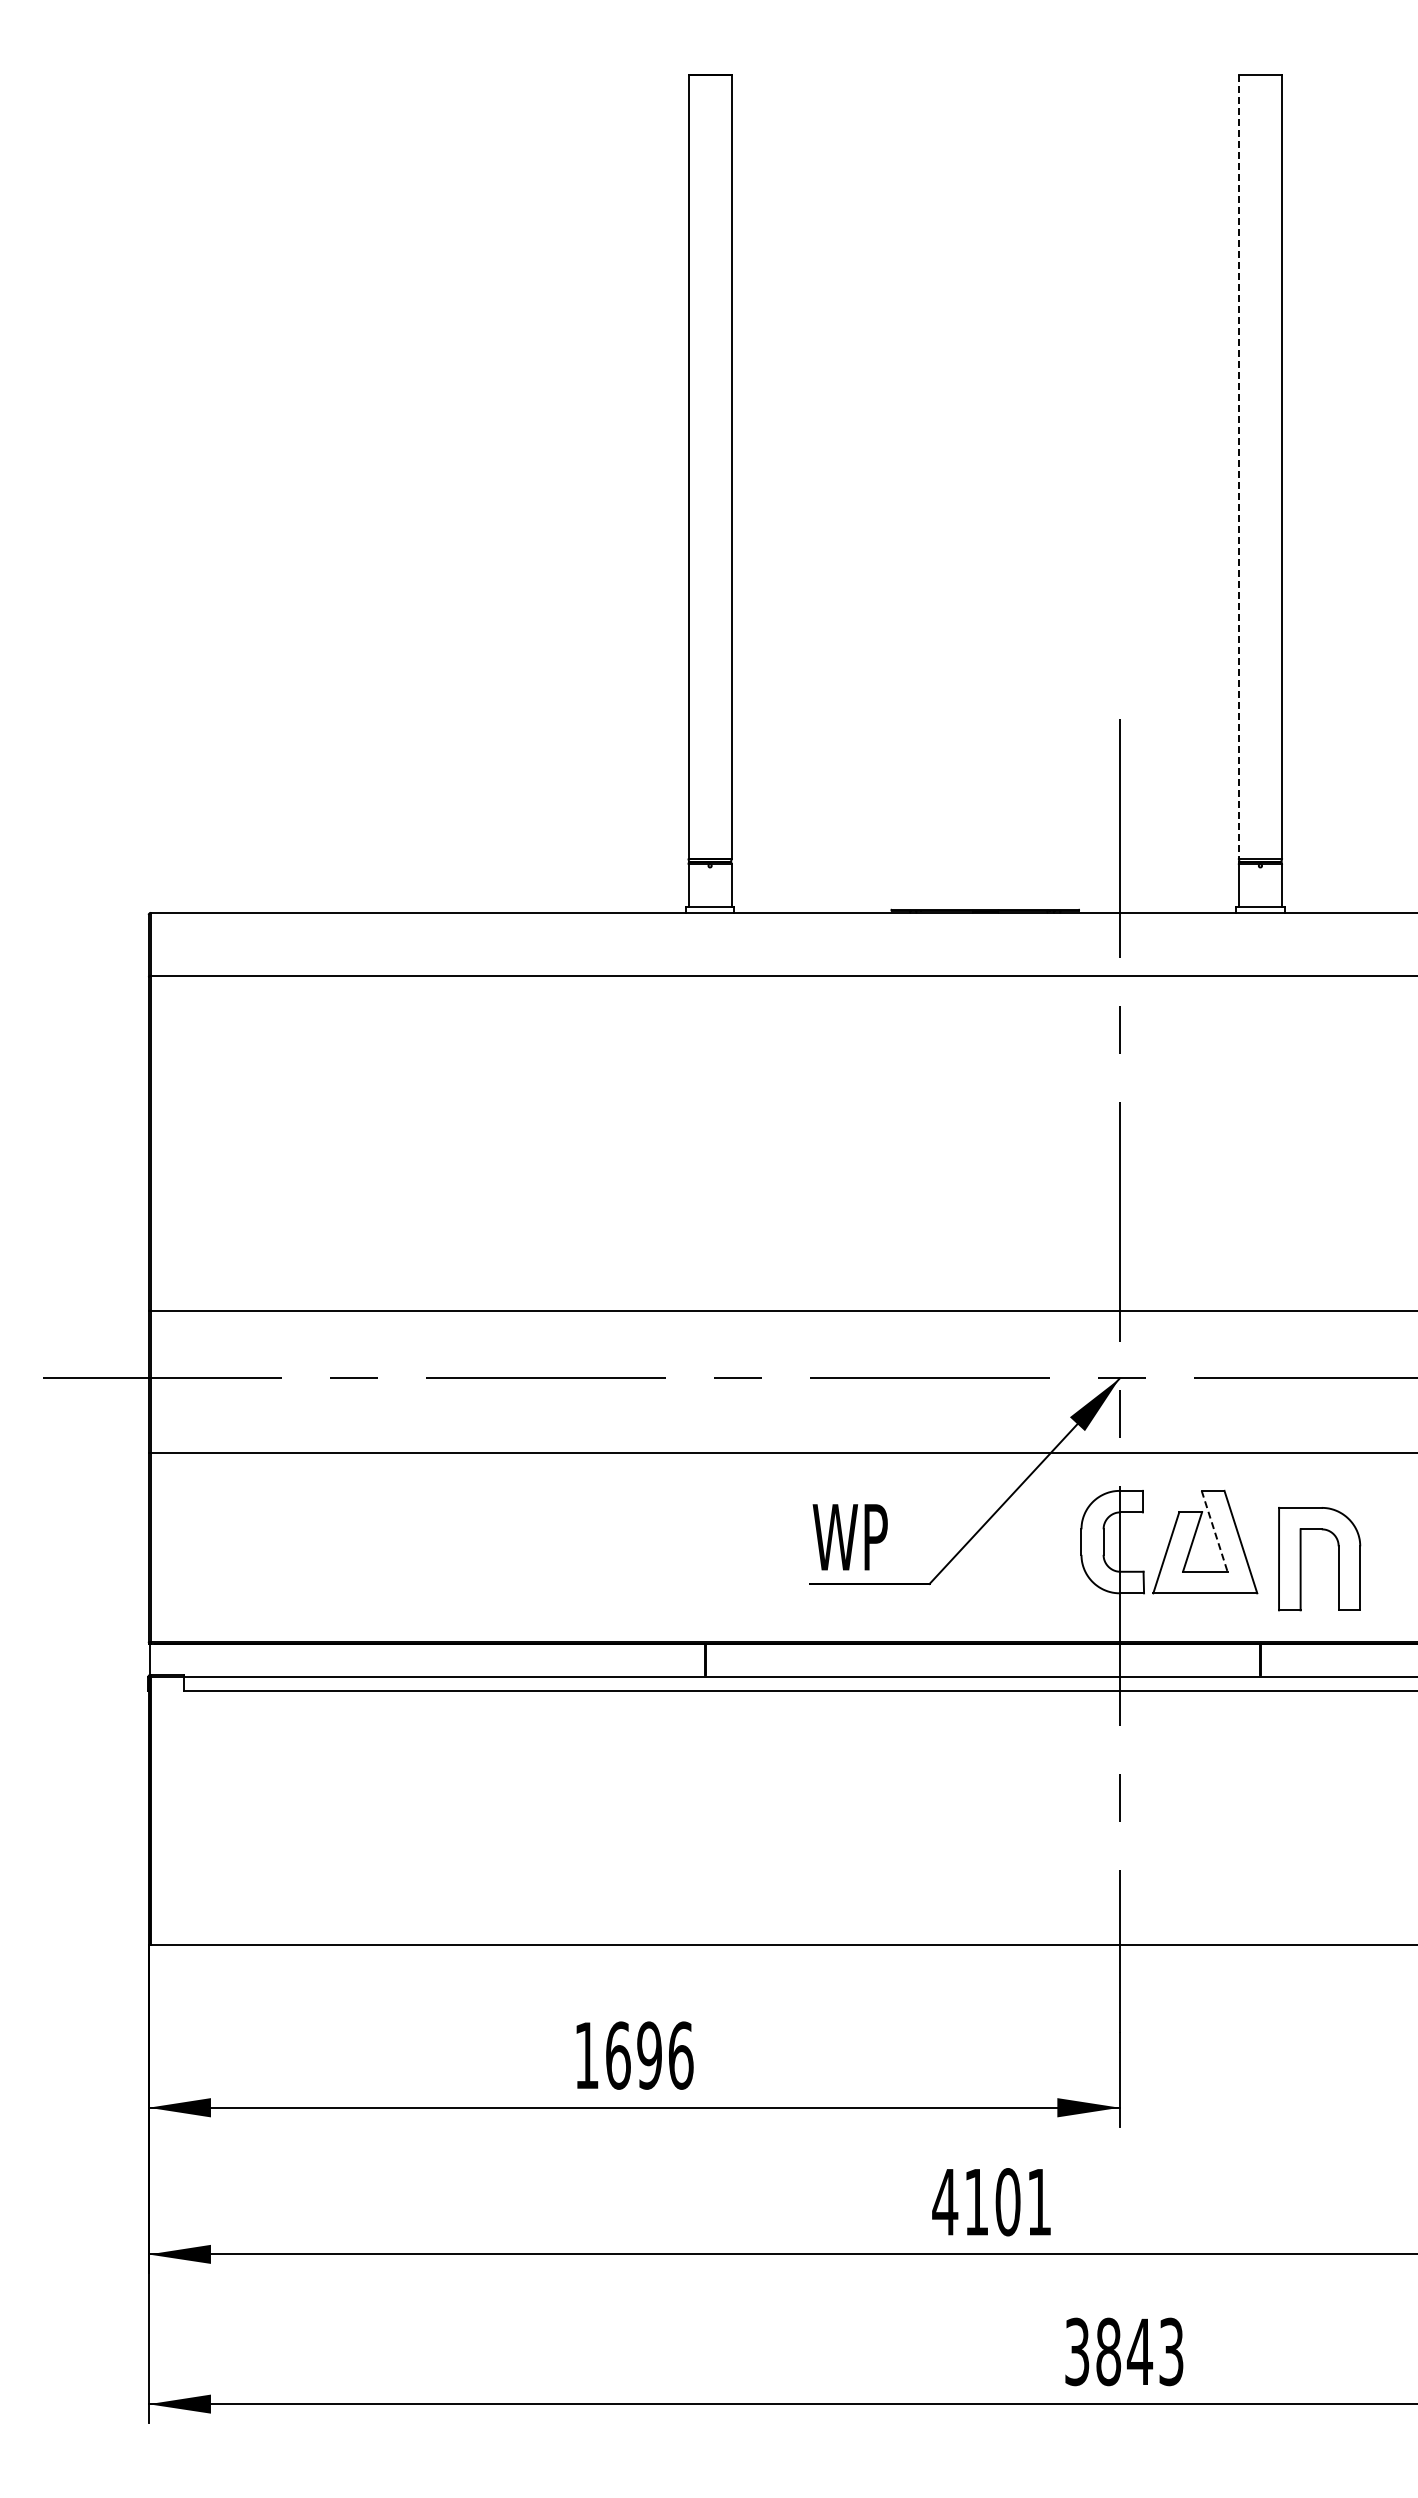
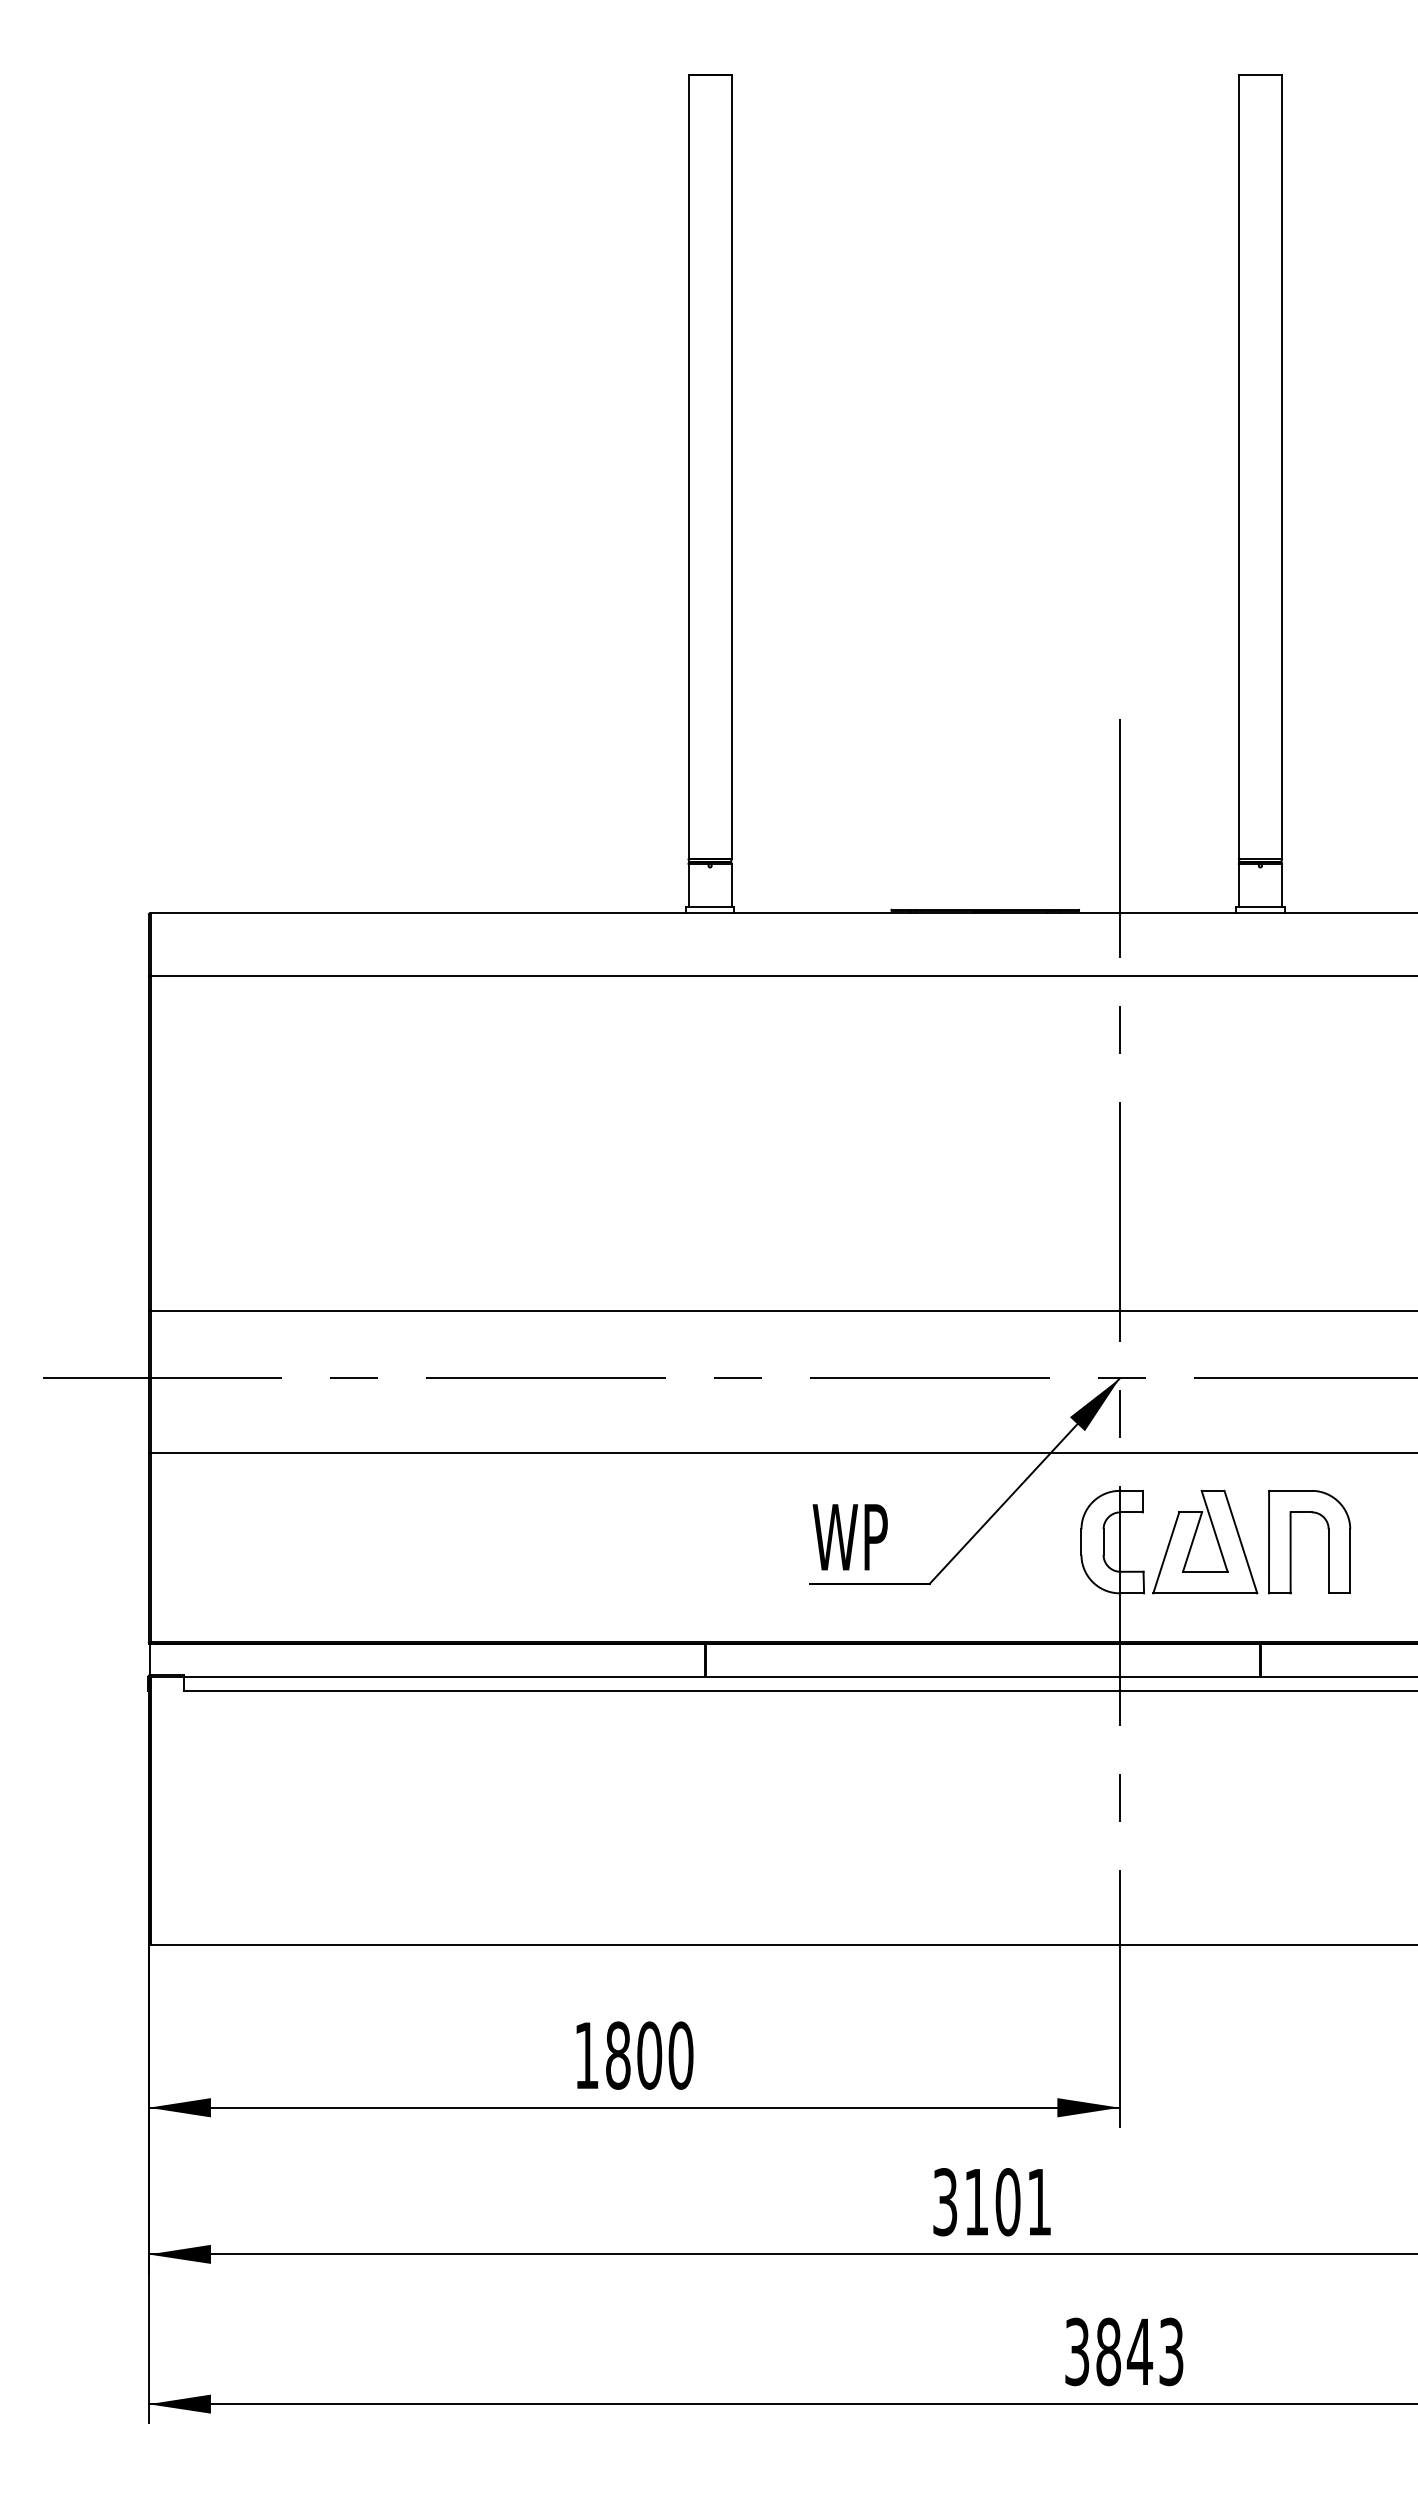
line at (1238, 467): dashed -> solid
line at (1214, 1531): dashed -> solid
part at (1301, 1559) position: (1301, 1559) -> (1291, 1542)
text at (649, 2055): 1696 -> 1800
text at (945, 2202): 4101 -> 3101
